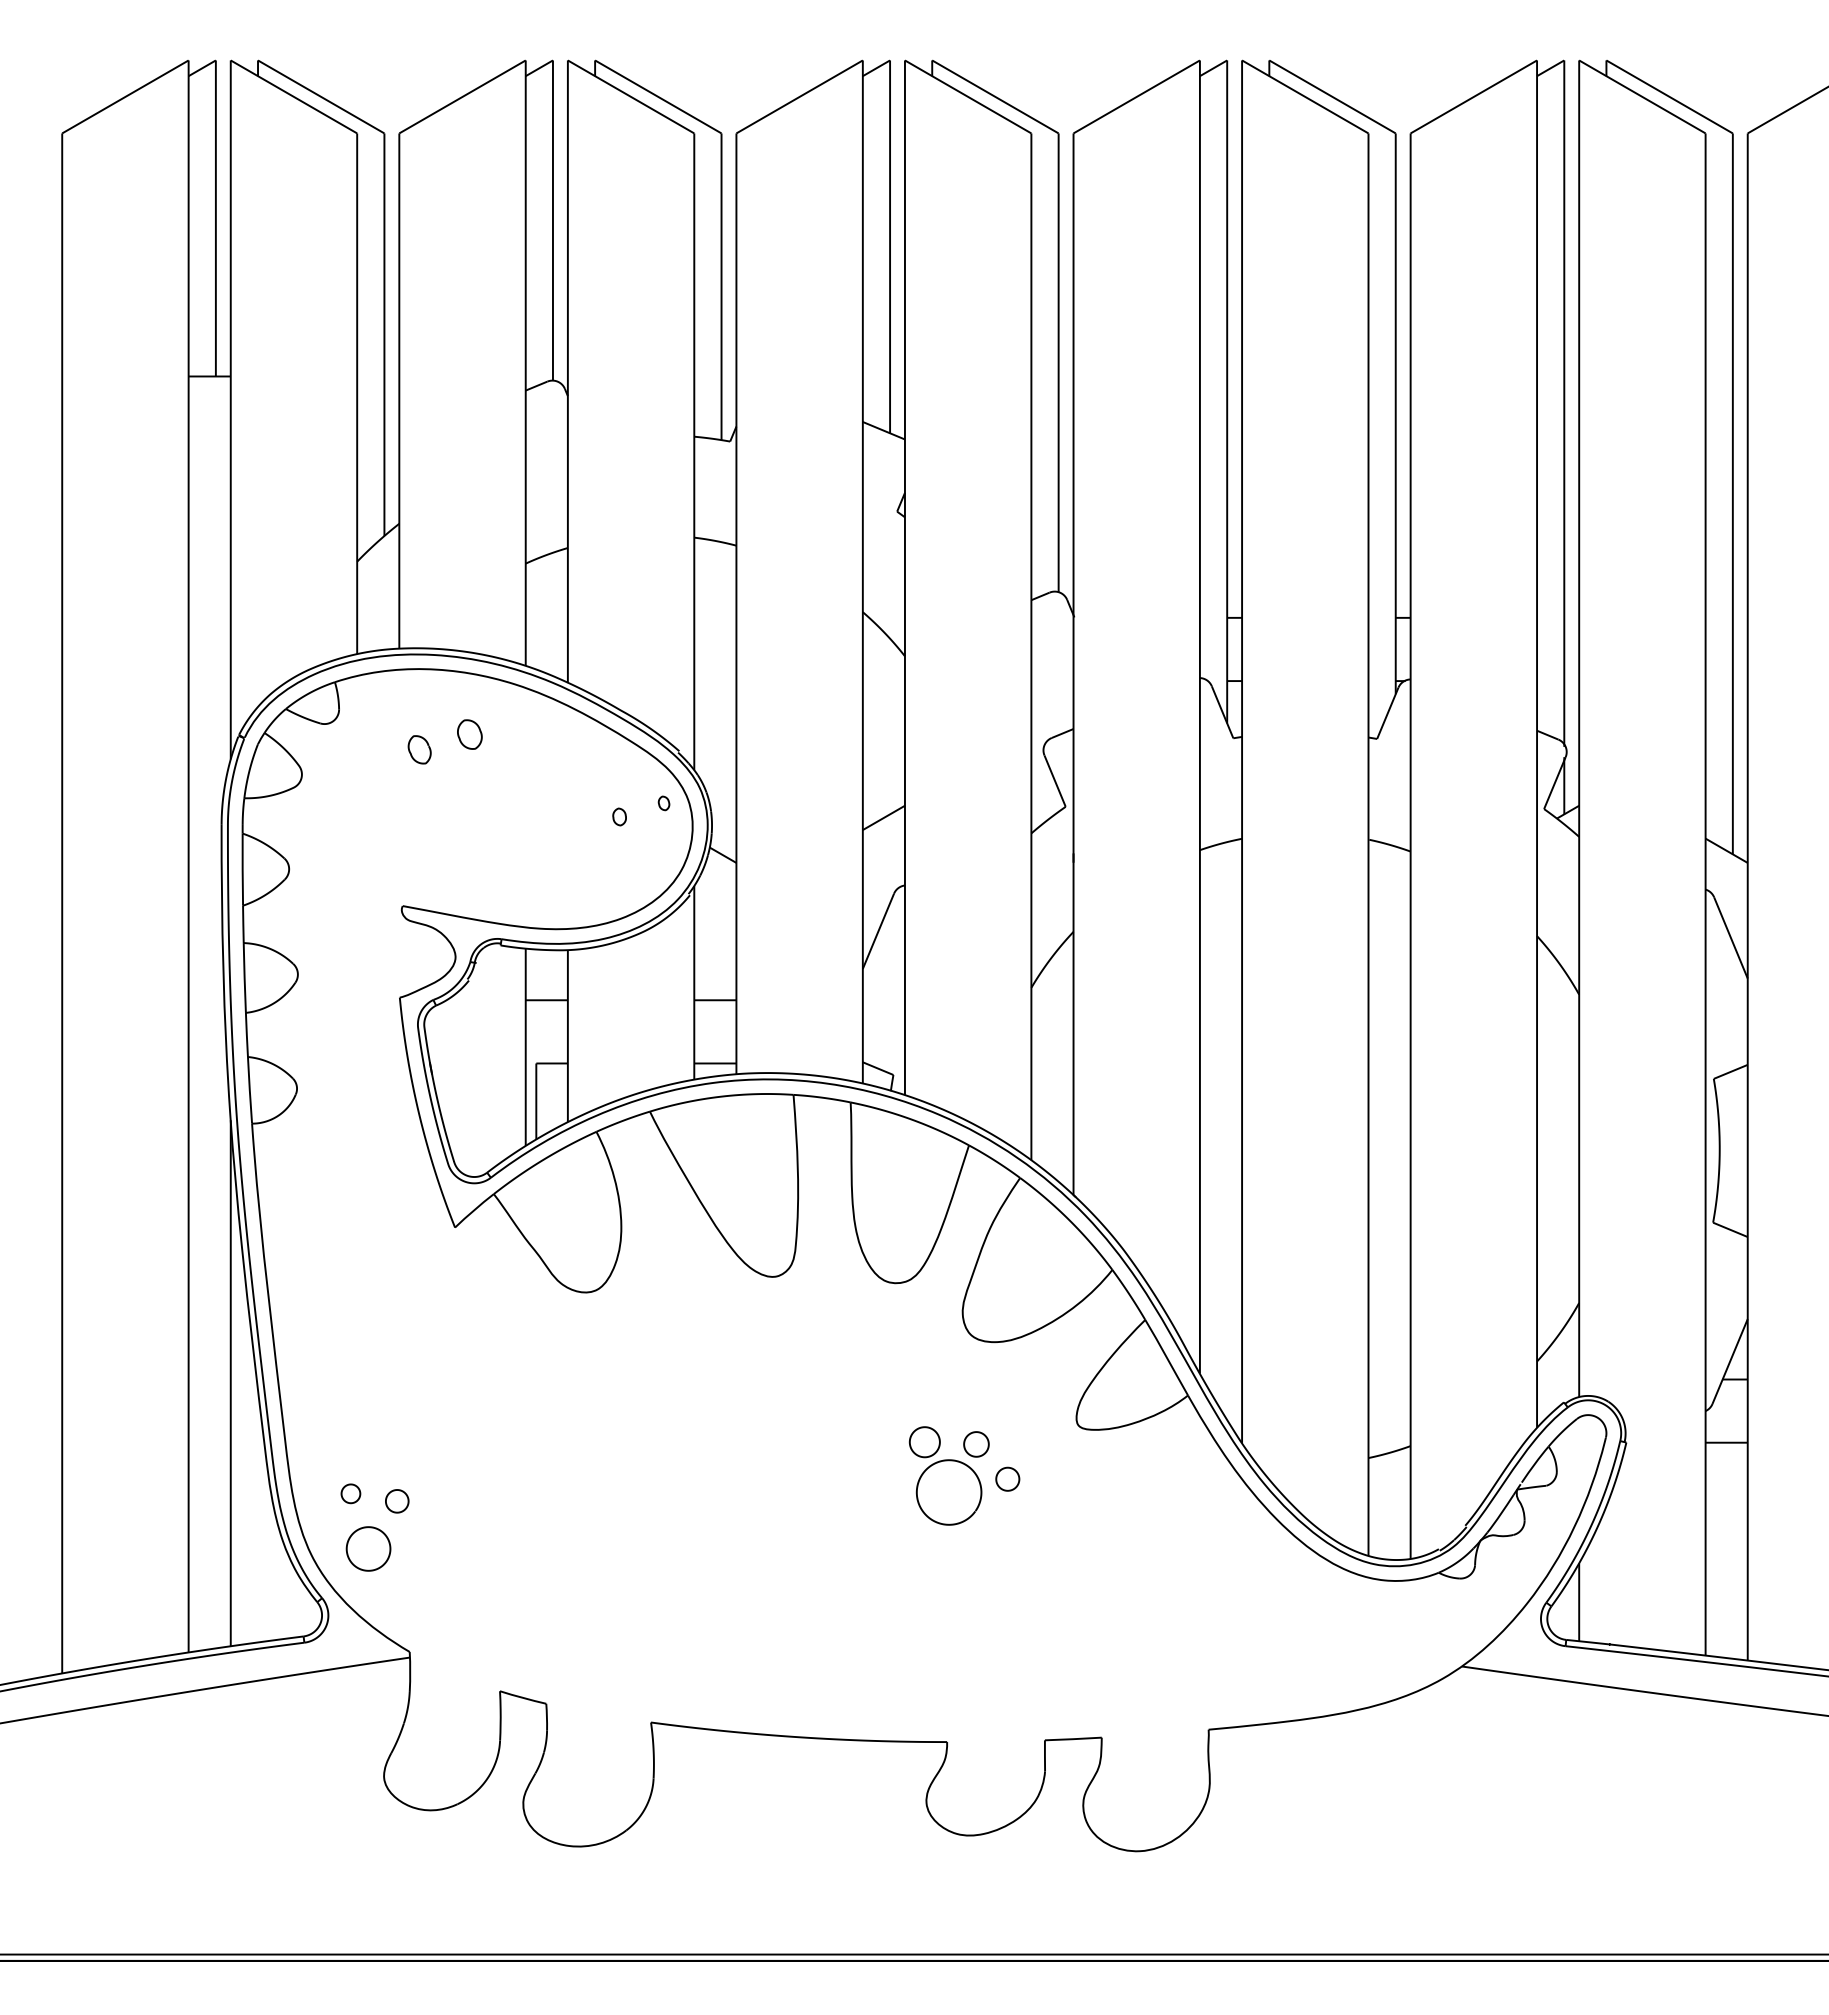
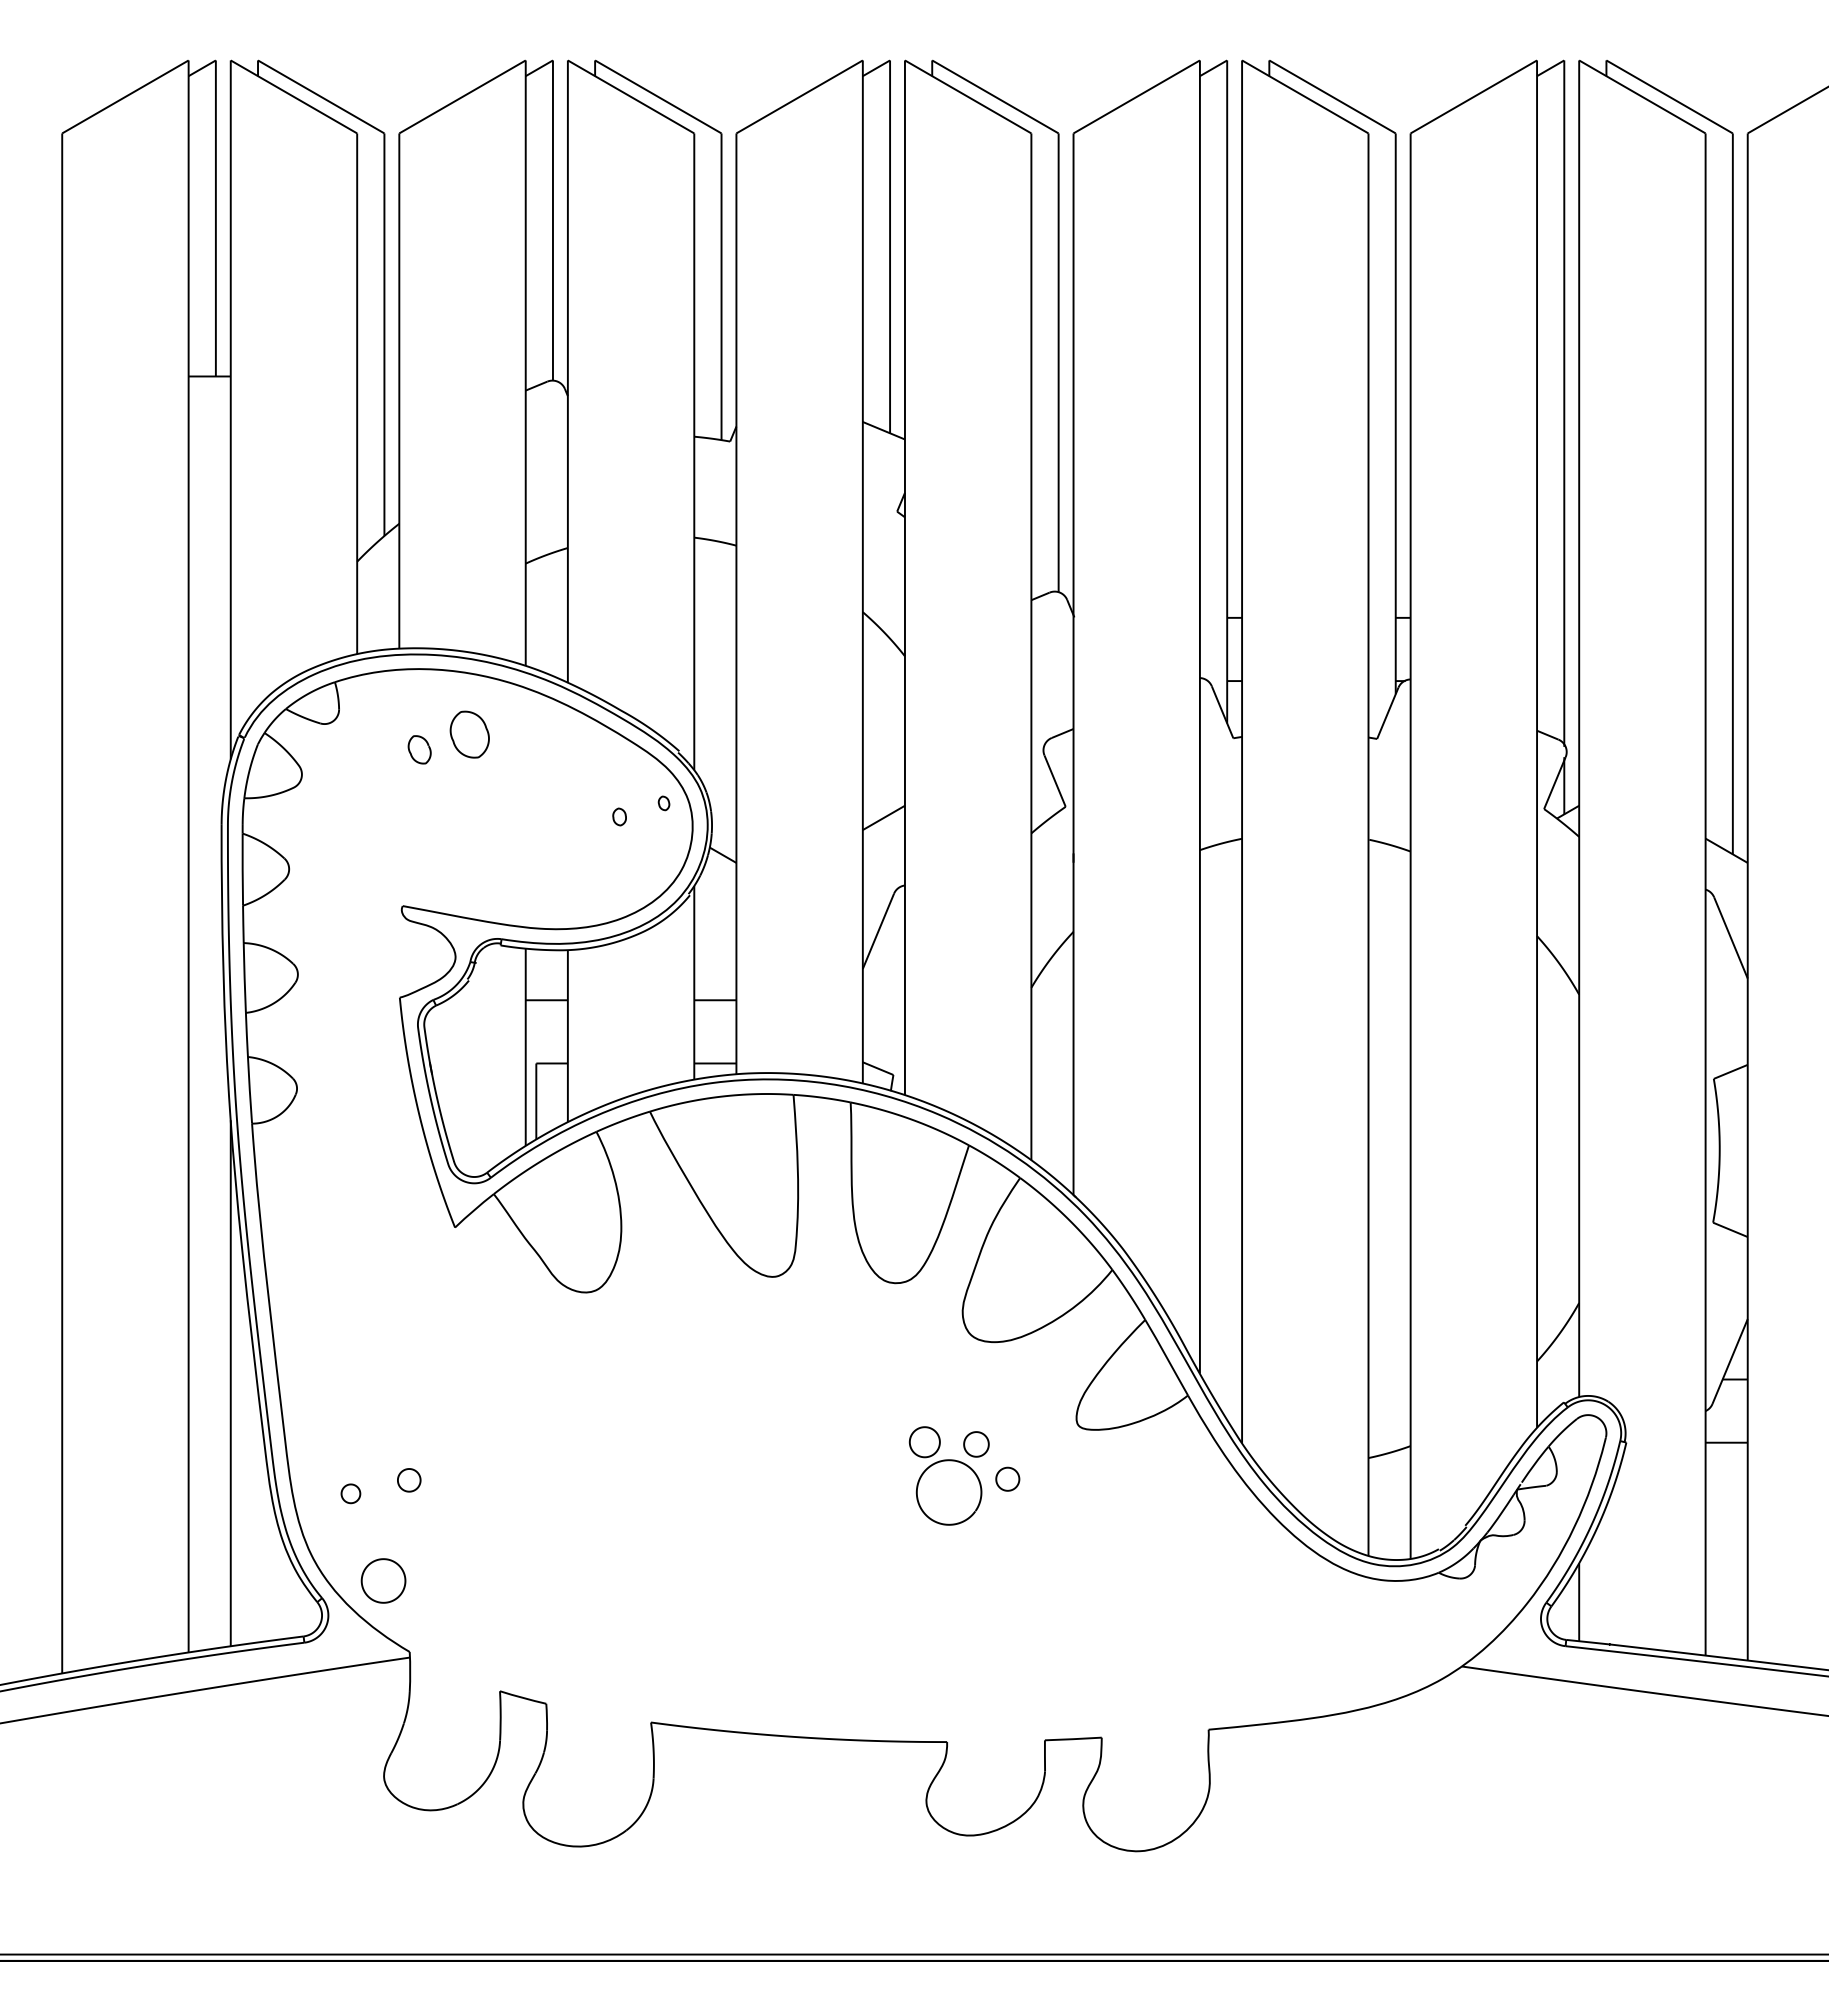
part at (469, 734) size: 26x31 px -> 41x49 px
part at (397, 1501) position: (397, 1501) -> (409, 1480)
part at (368, 1548) position: (368, 1548) -> (383, 1580)
